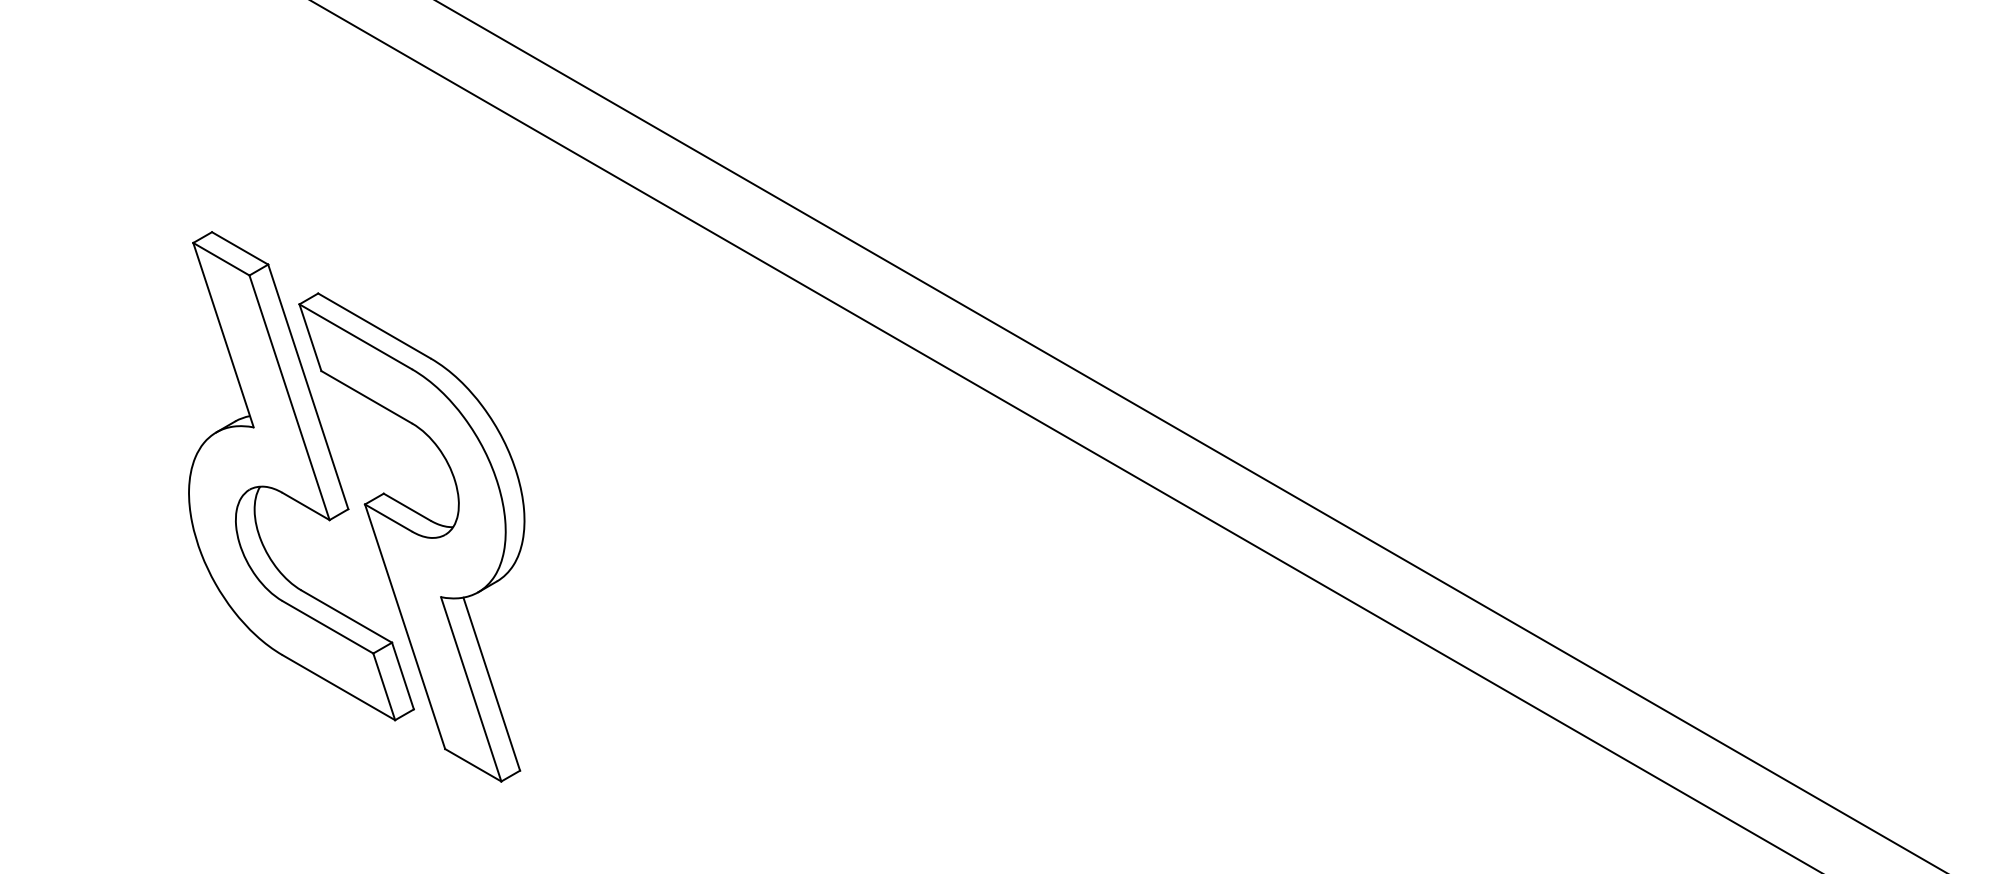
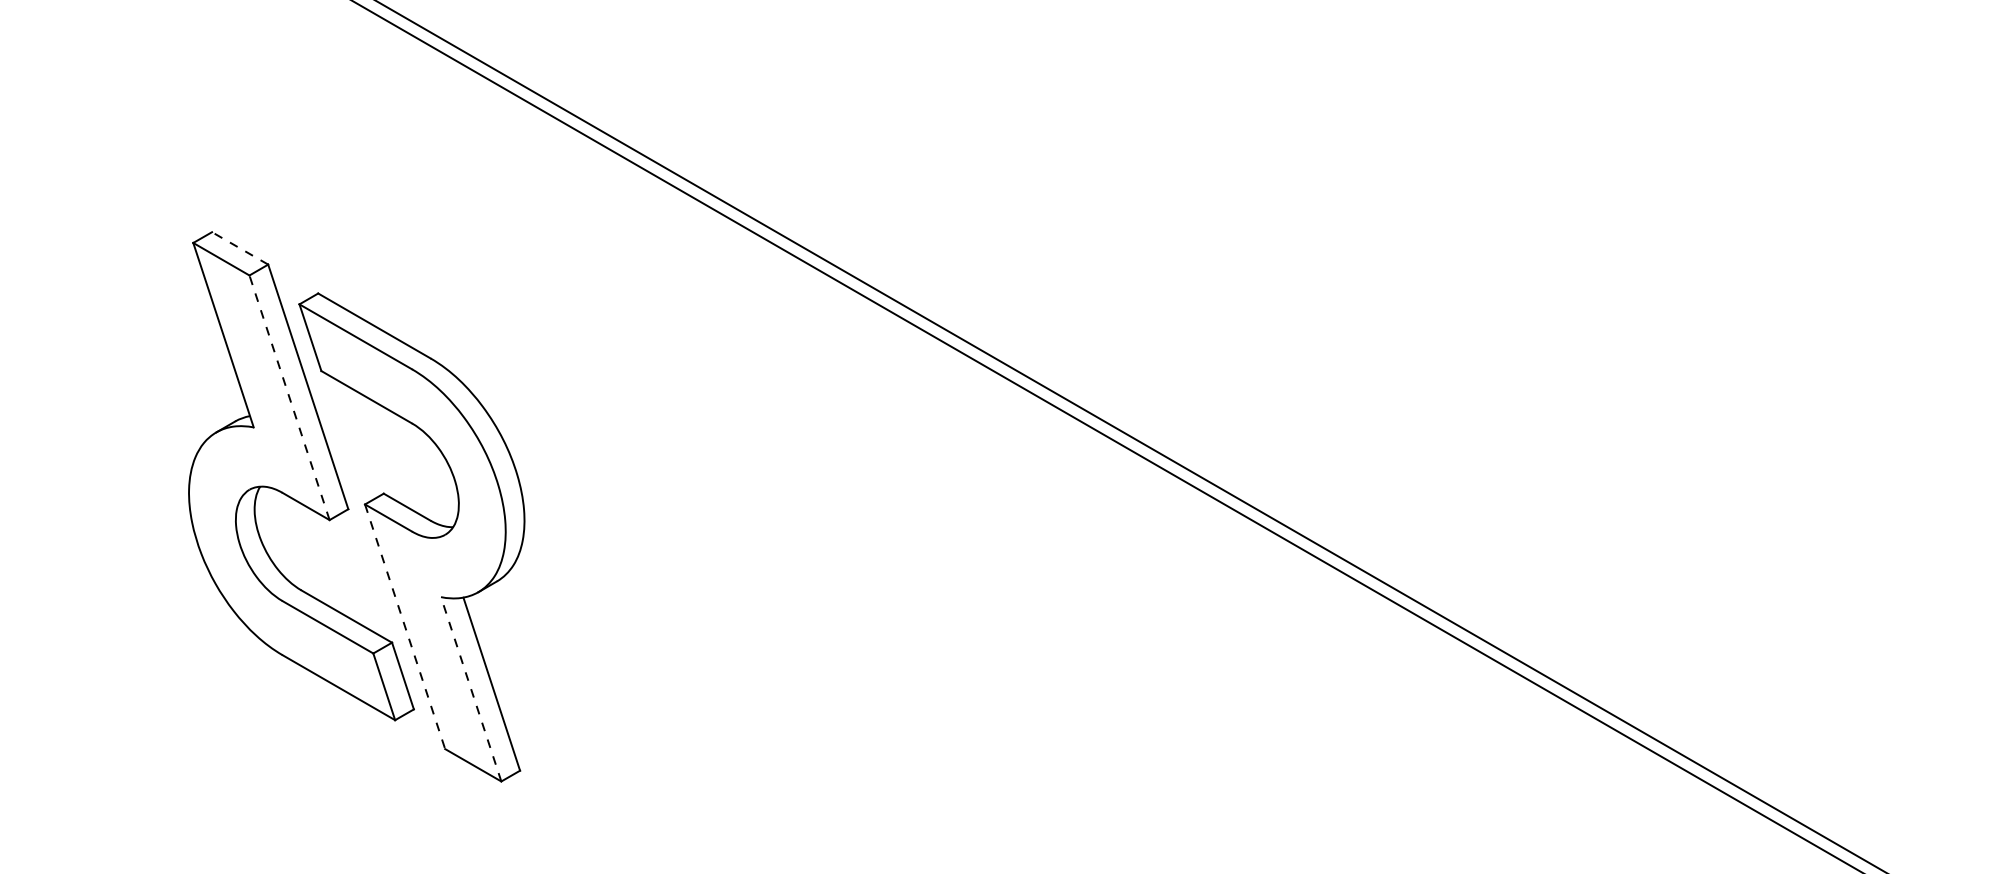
line at (239, 248): solid -> dashed
line at (289, 397): solid -> dashed
line at (1065, 436) position: (1065, 436) -> (1106, 436)
line at (1190, 436) position: (1190, 436) -> (1130, 436)
line at (405, 626): solid -> dashed
line at (471, 689): solid -> dashed
